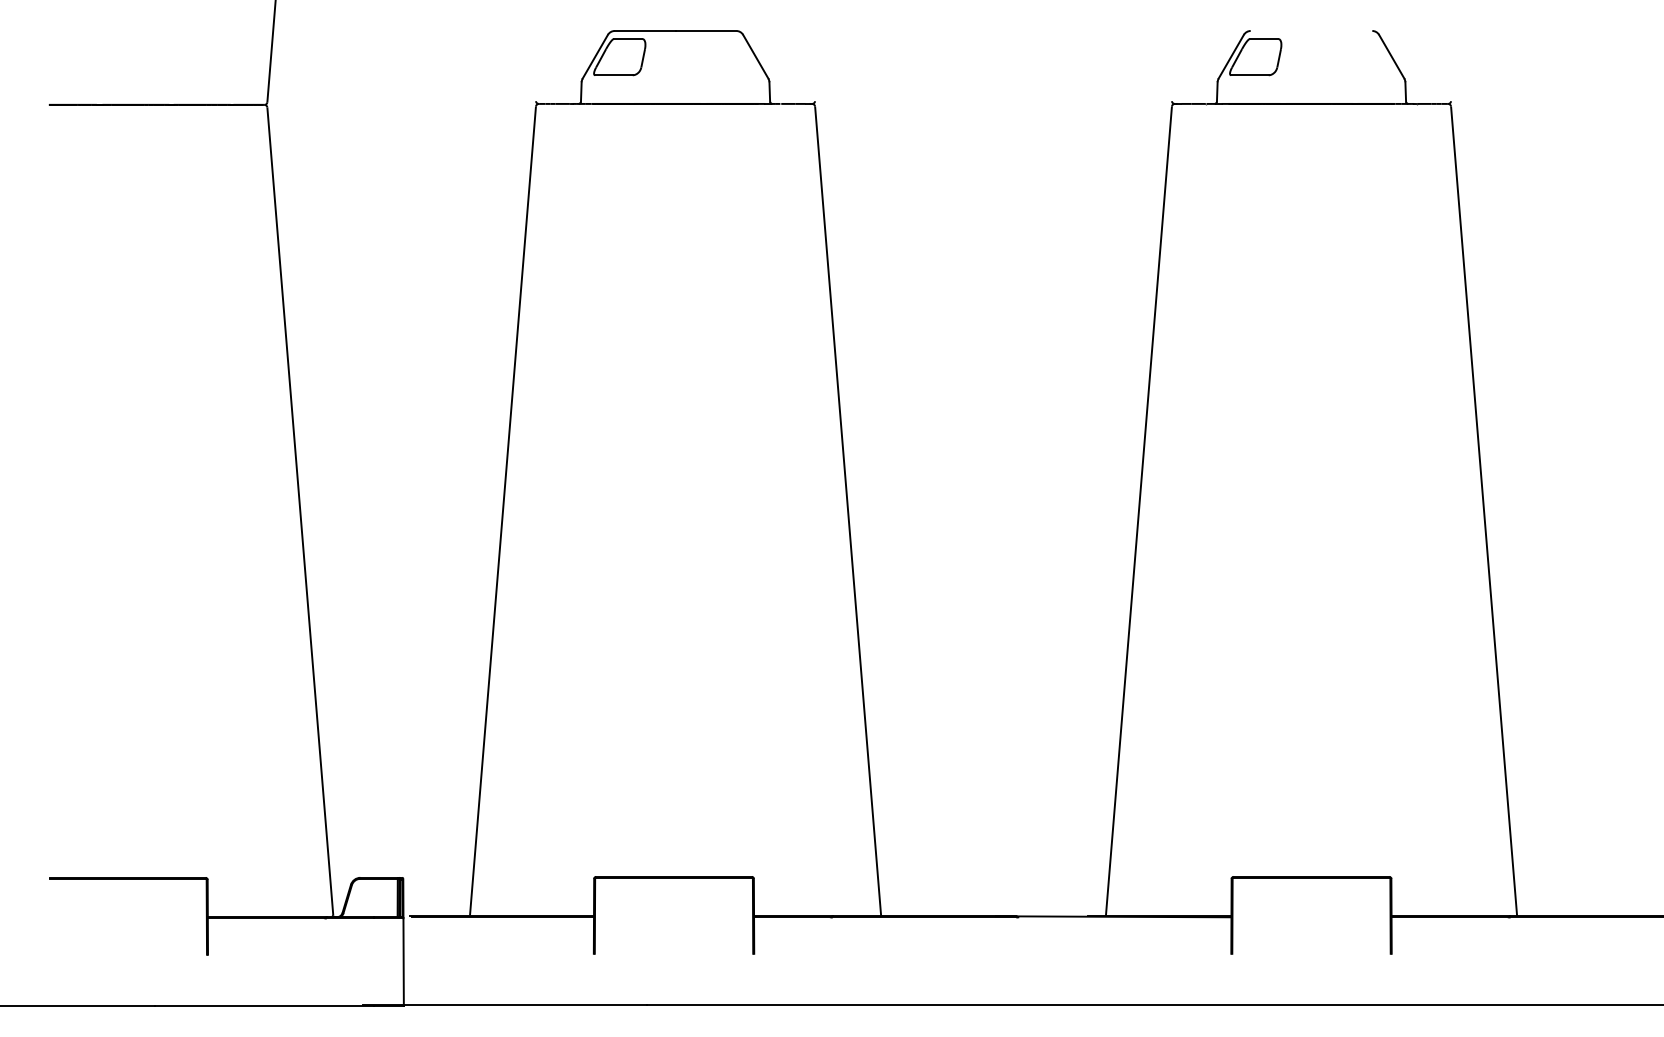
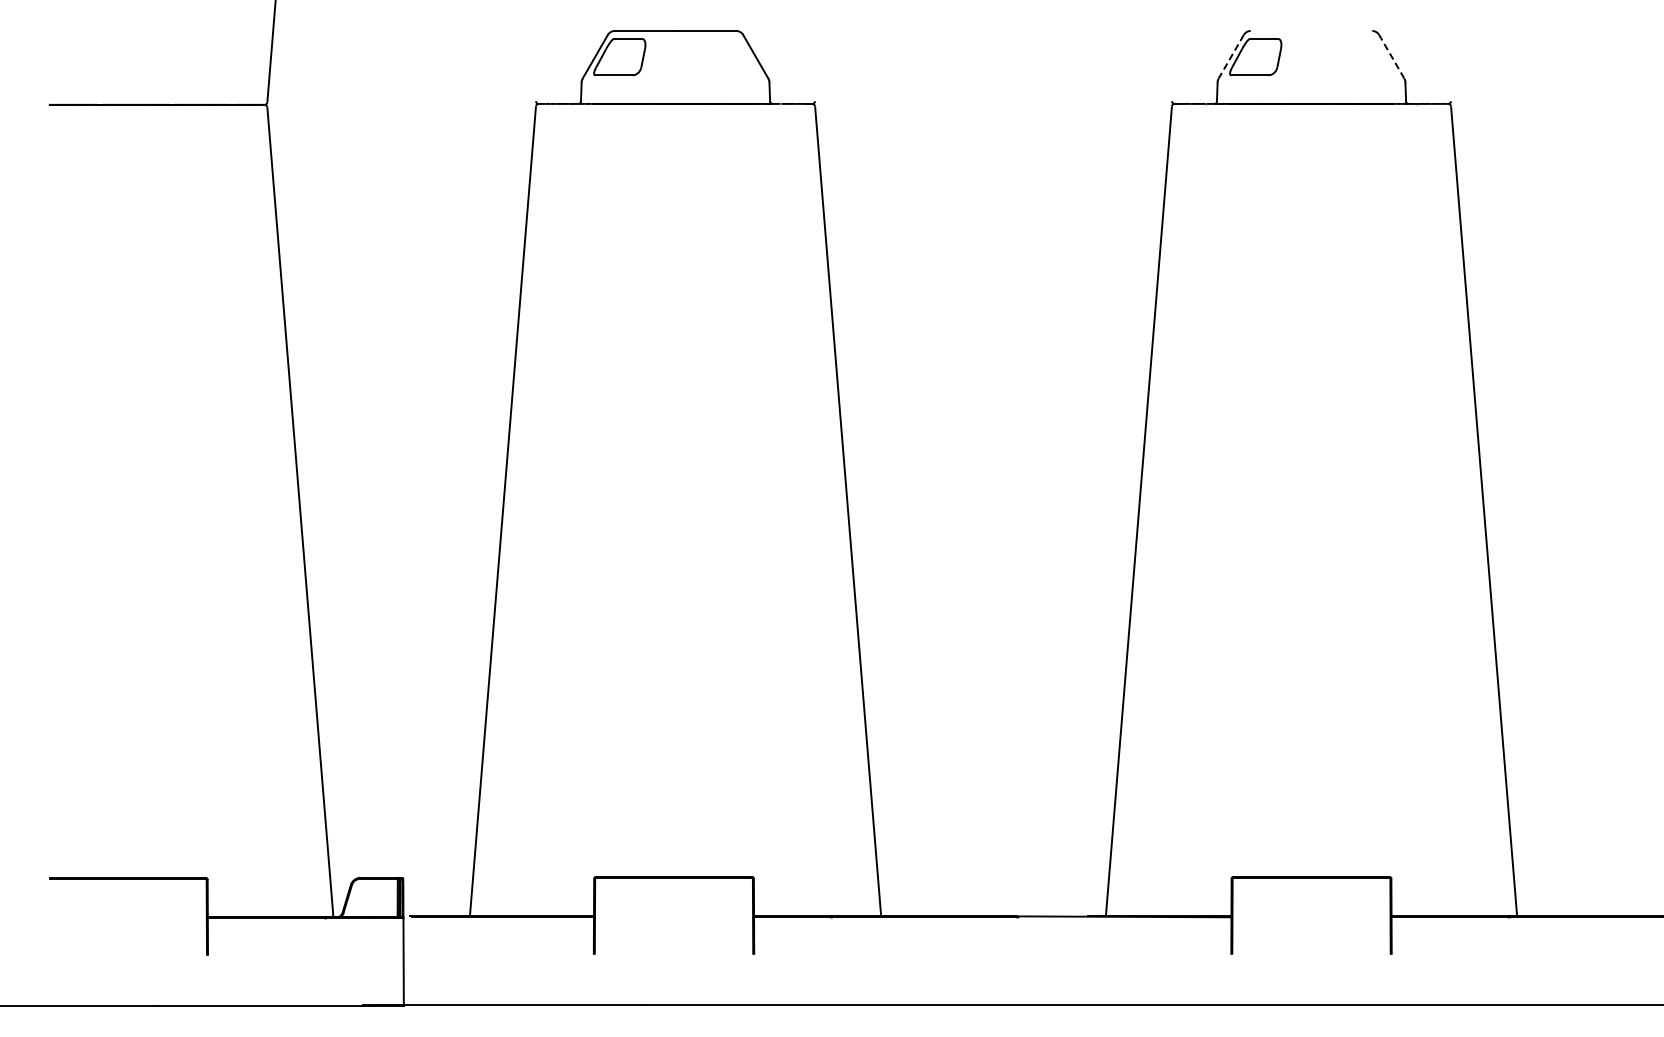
line at (1391, 56): solid -> dashed
line at (1231, 57): solid -> dashed
